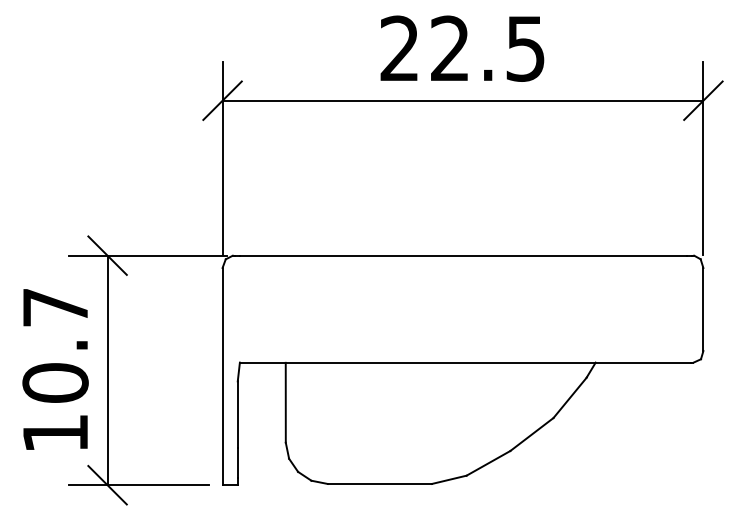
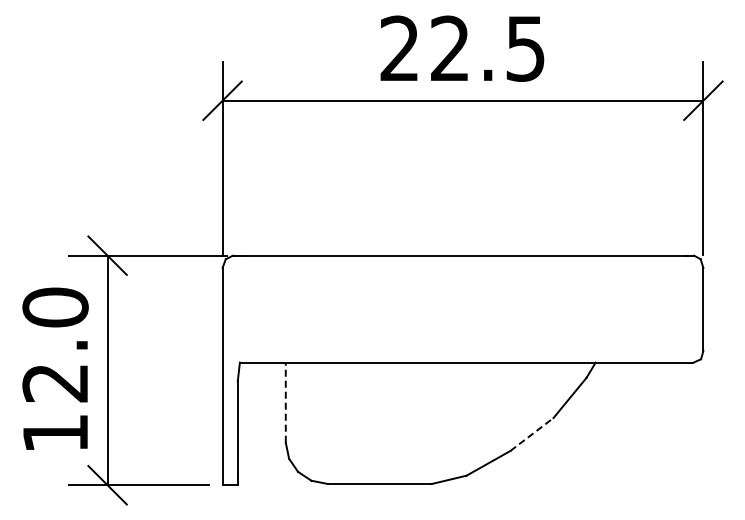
text at (55, 344): 10.7 -> 12.0
line at (285, 402): solid -> dashed
line at (532, 434): solid -> dashed
